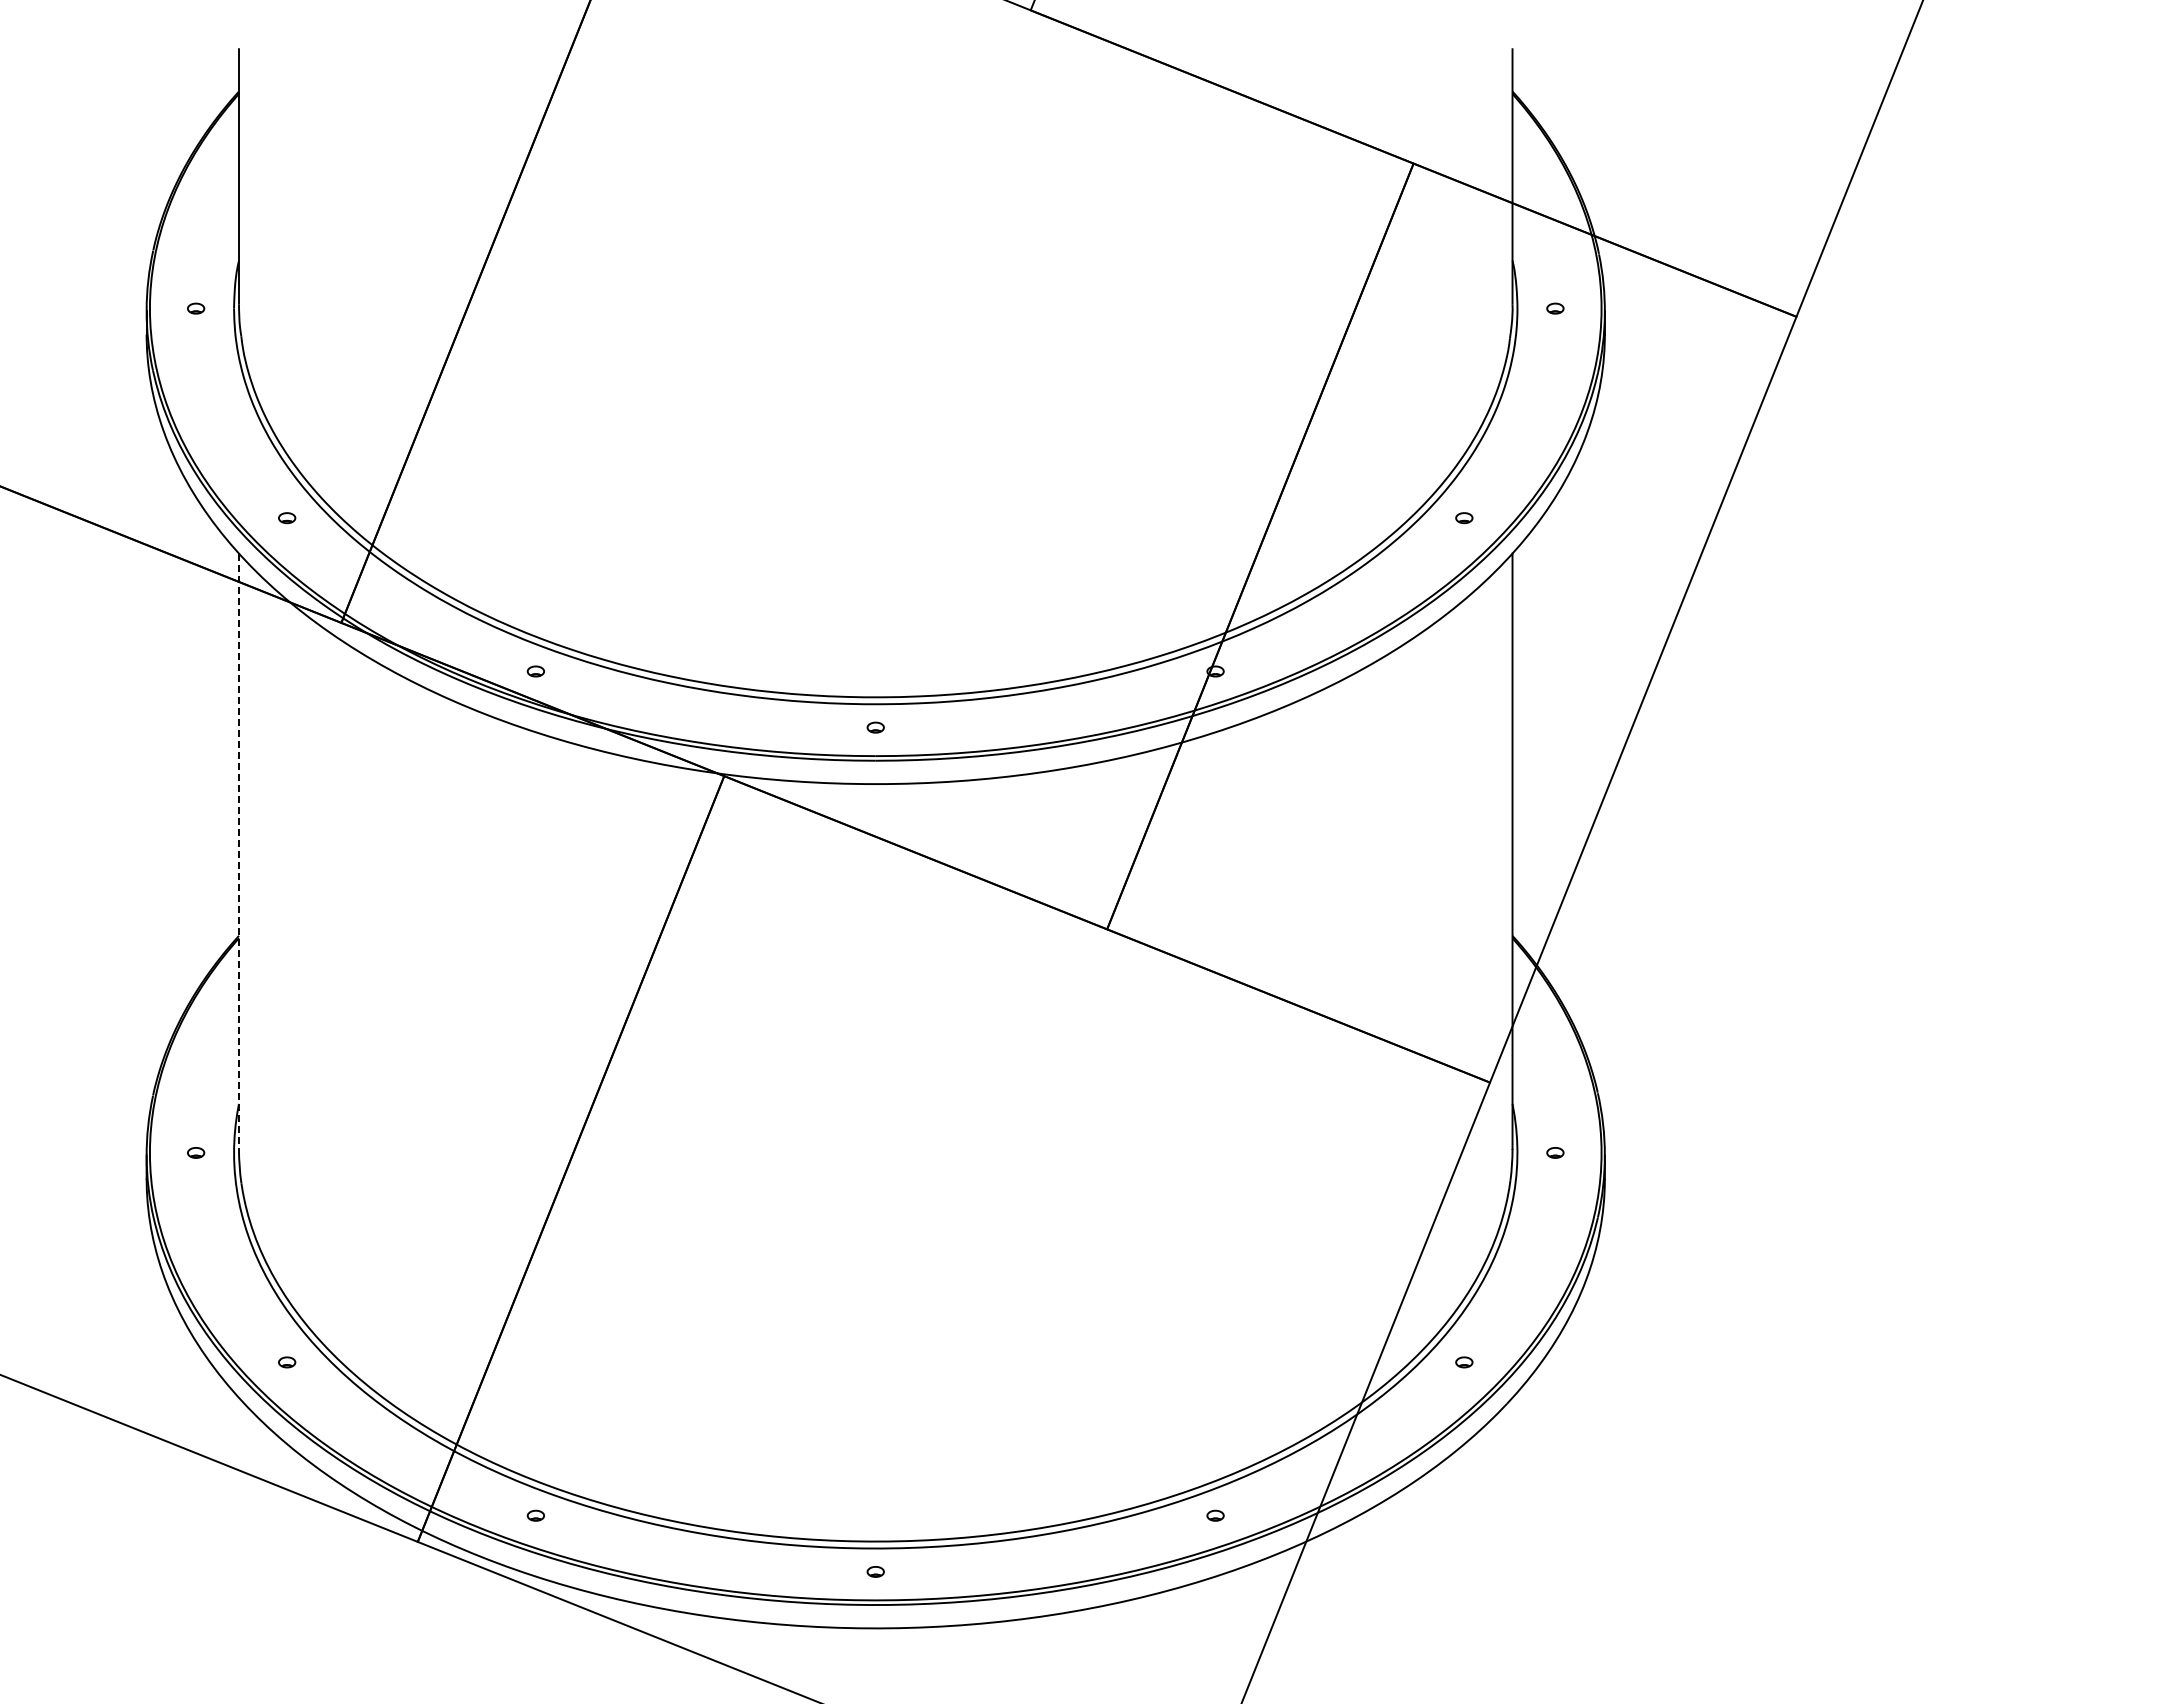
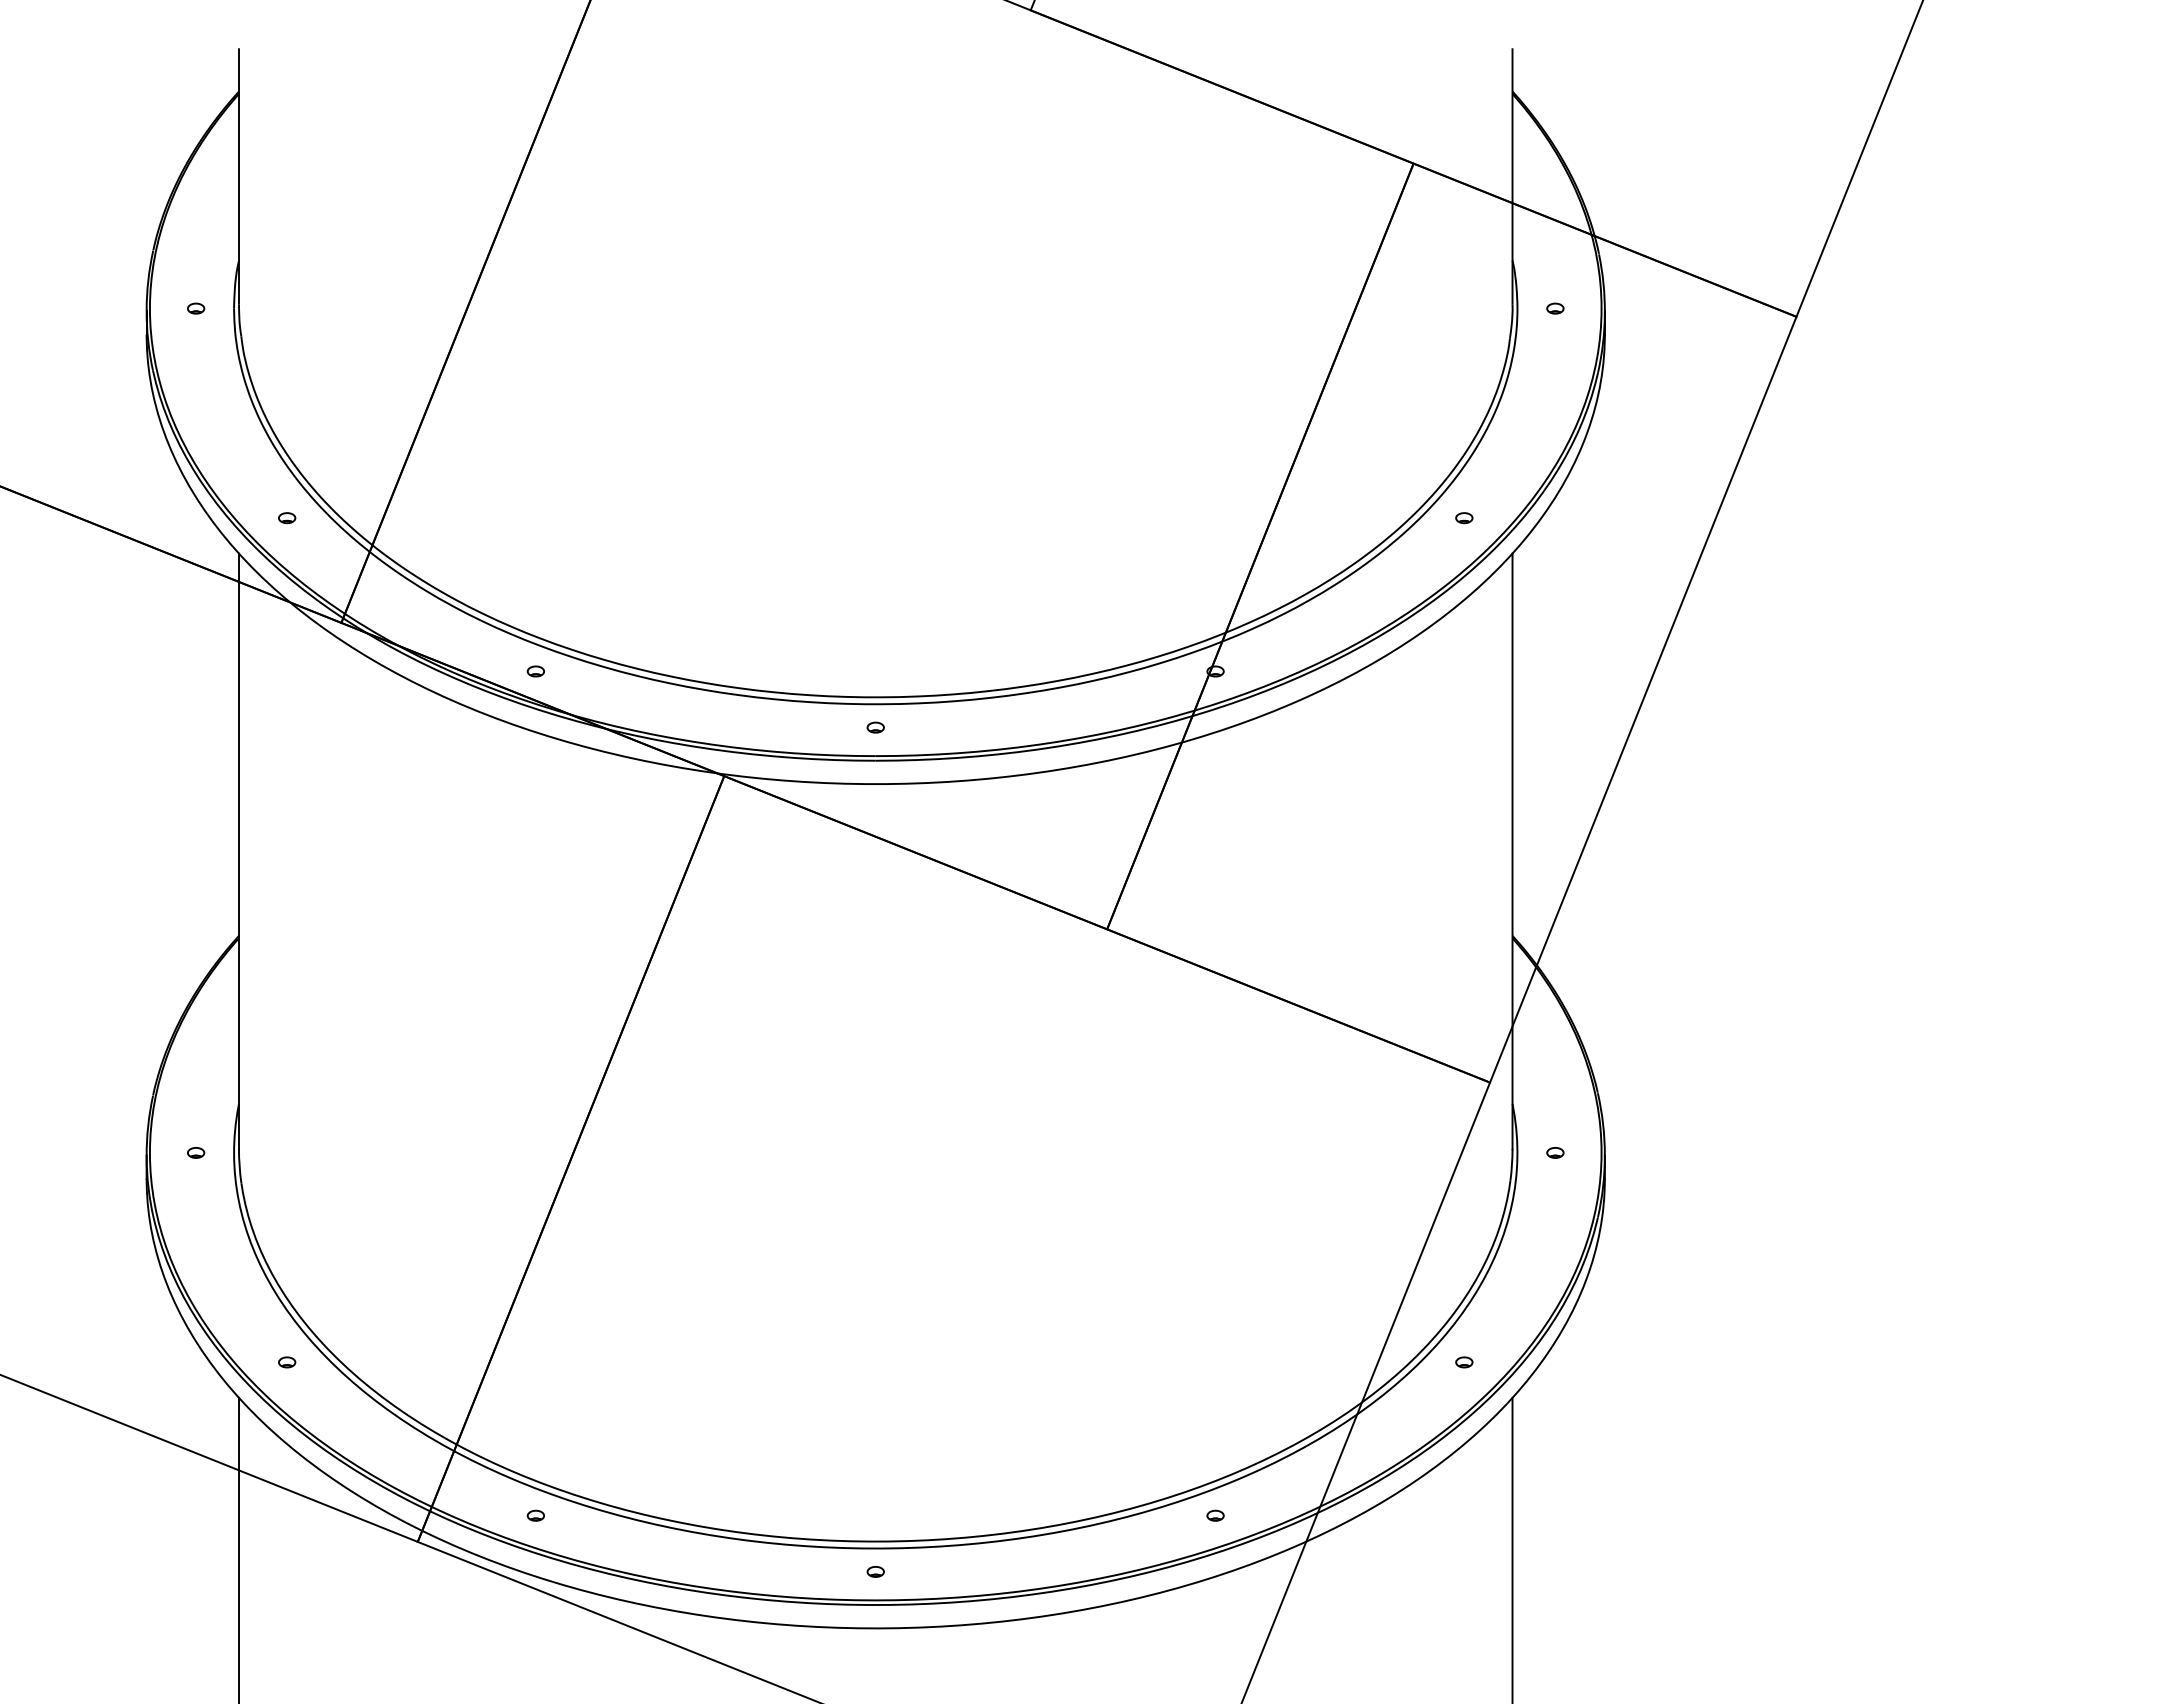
line at (239, 851): dashed -> solid
line at (239, 1548): none -> present
line at (1512, 1548): none -> present
